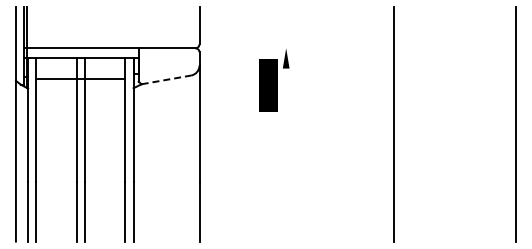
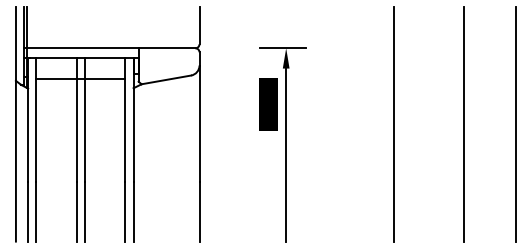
line at (283, 48): none -> present
line at (166, 79): dashed -> solid
text at (268, 85) position: (268, 85) -> (268, 104)
line at (463, 124): none -> present
line at (286, 154): none -> present
